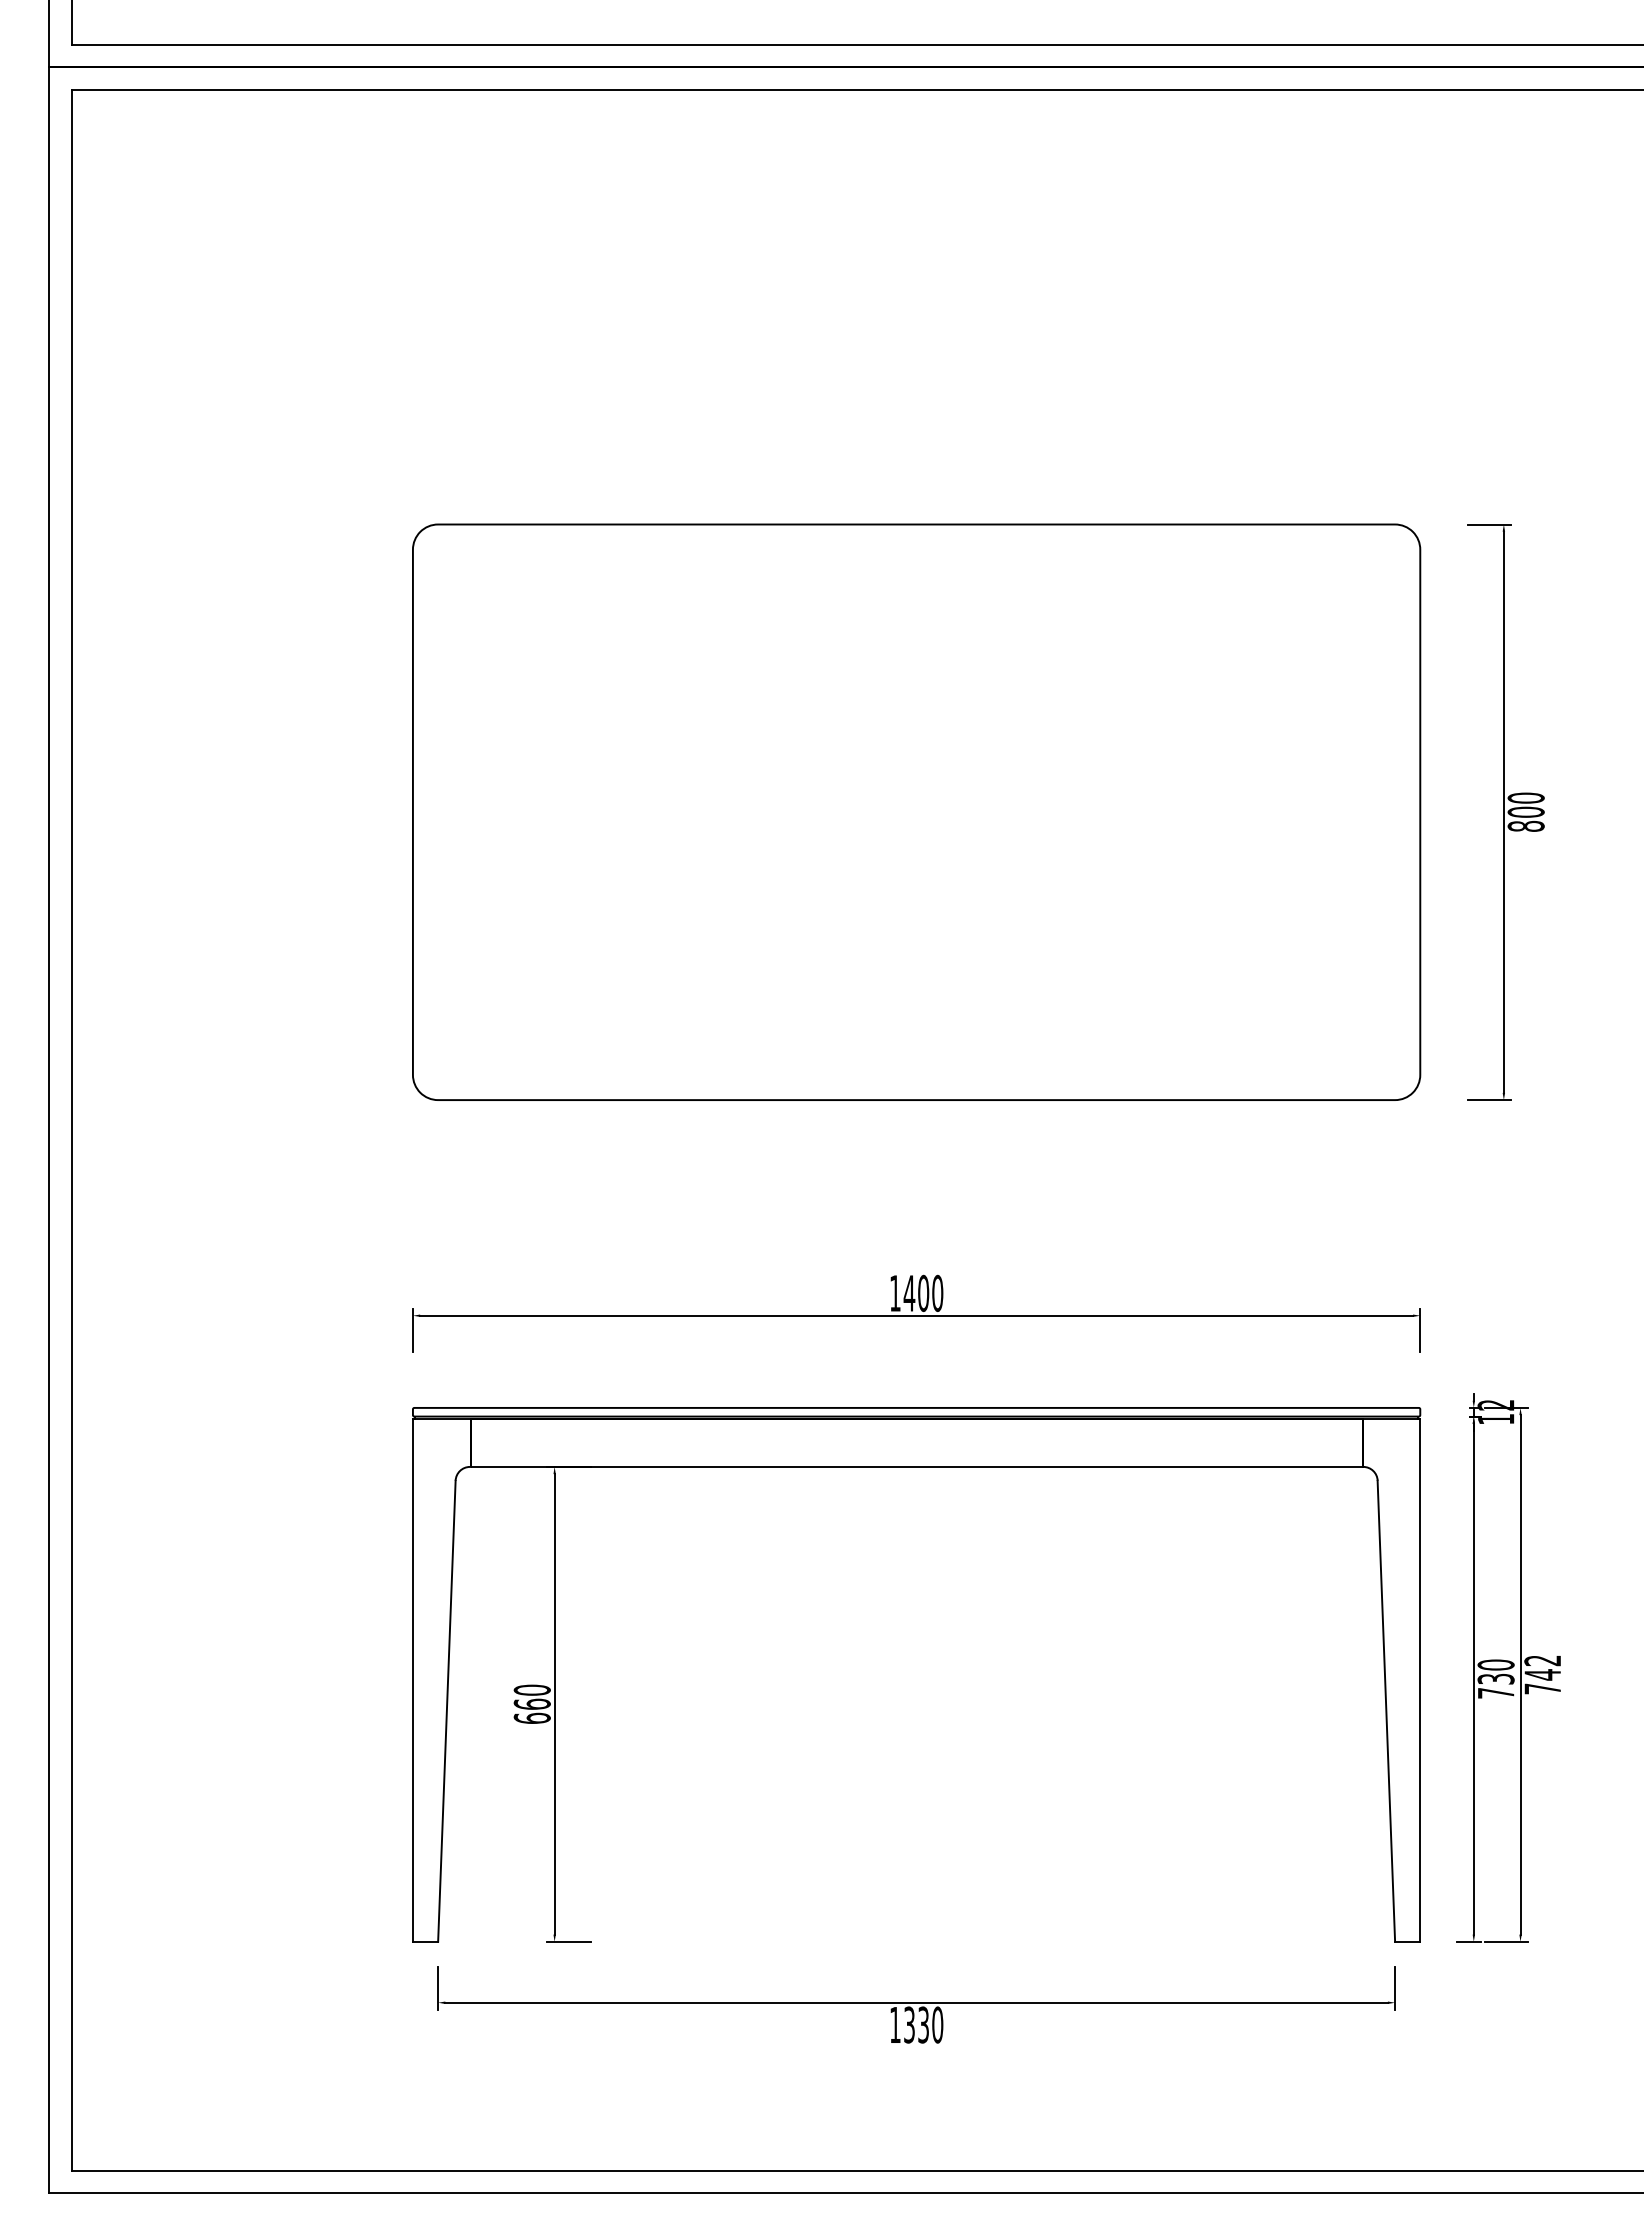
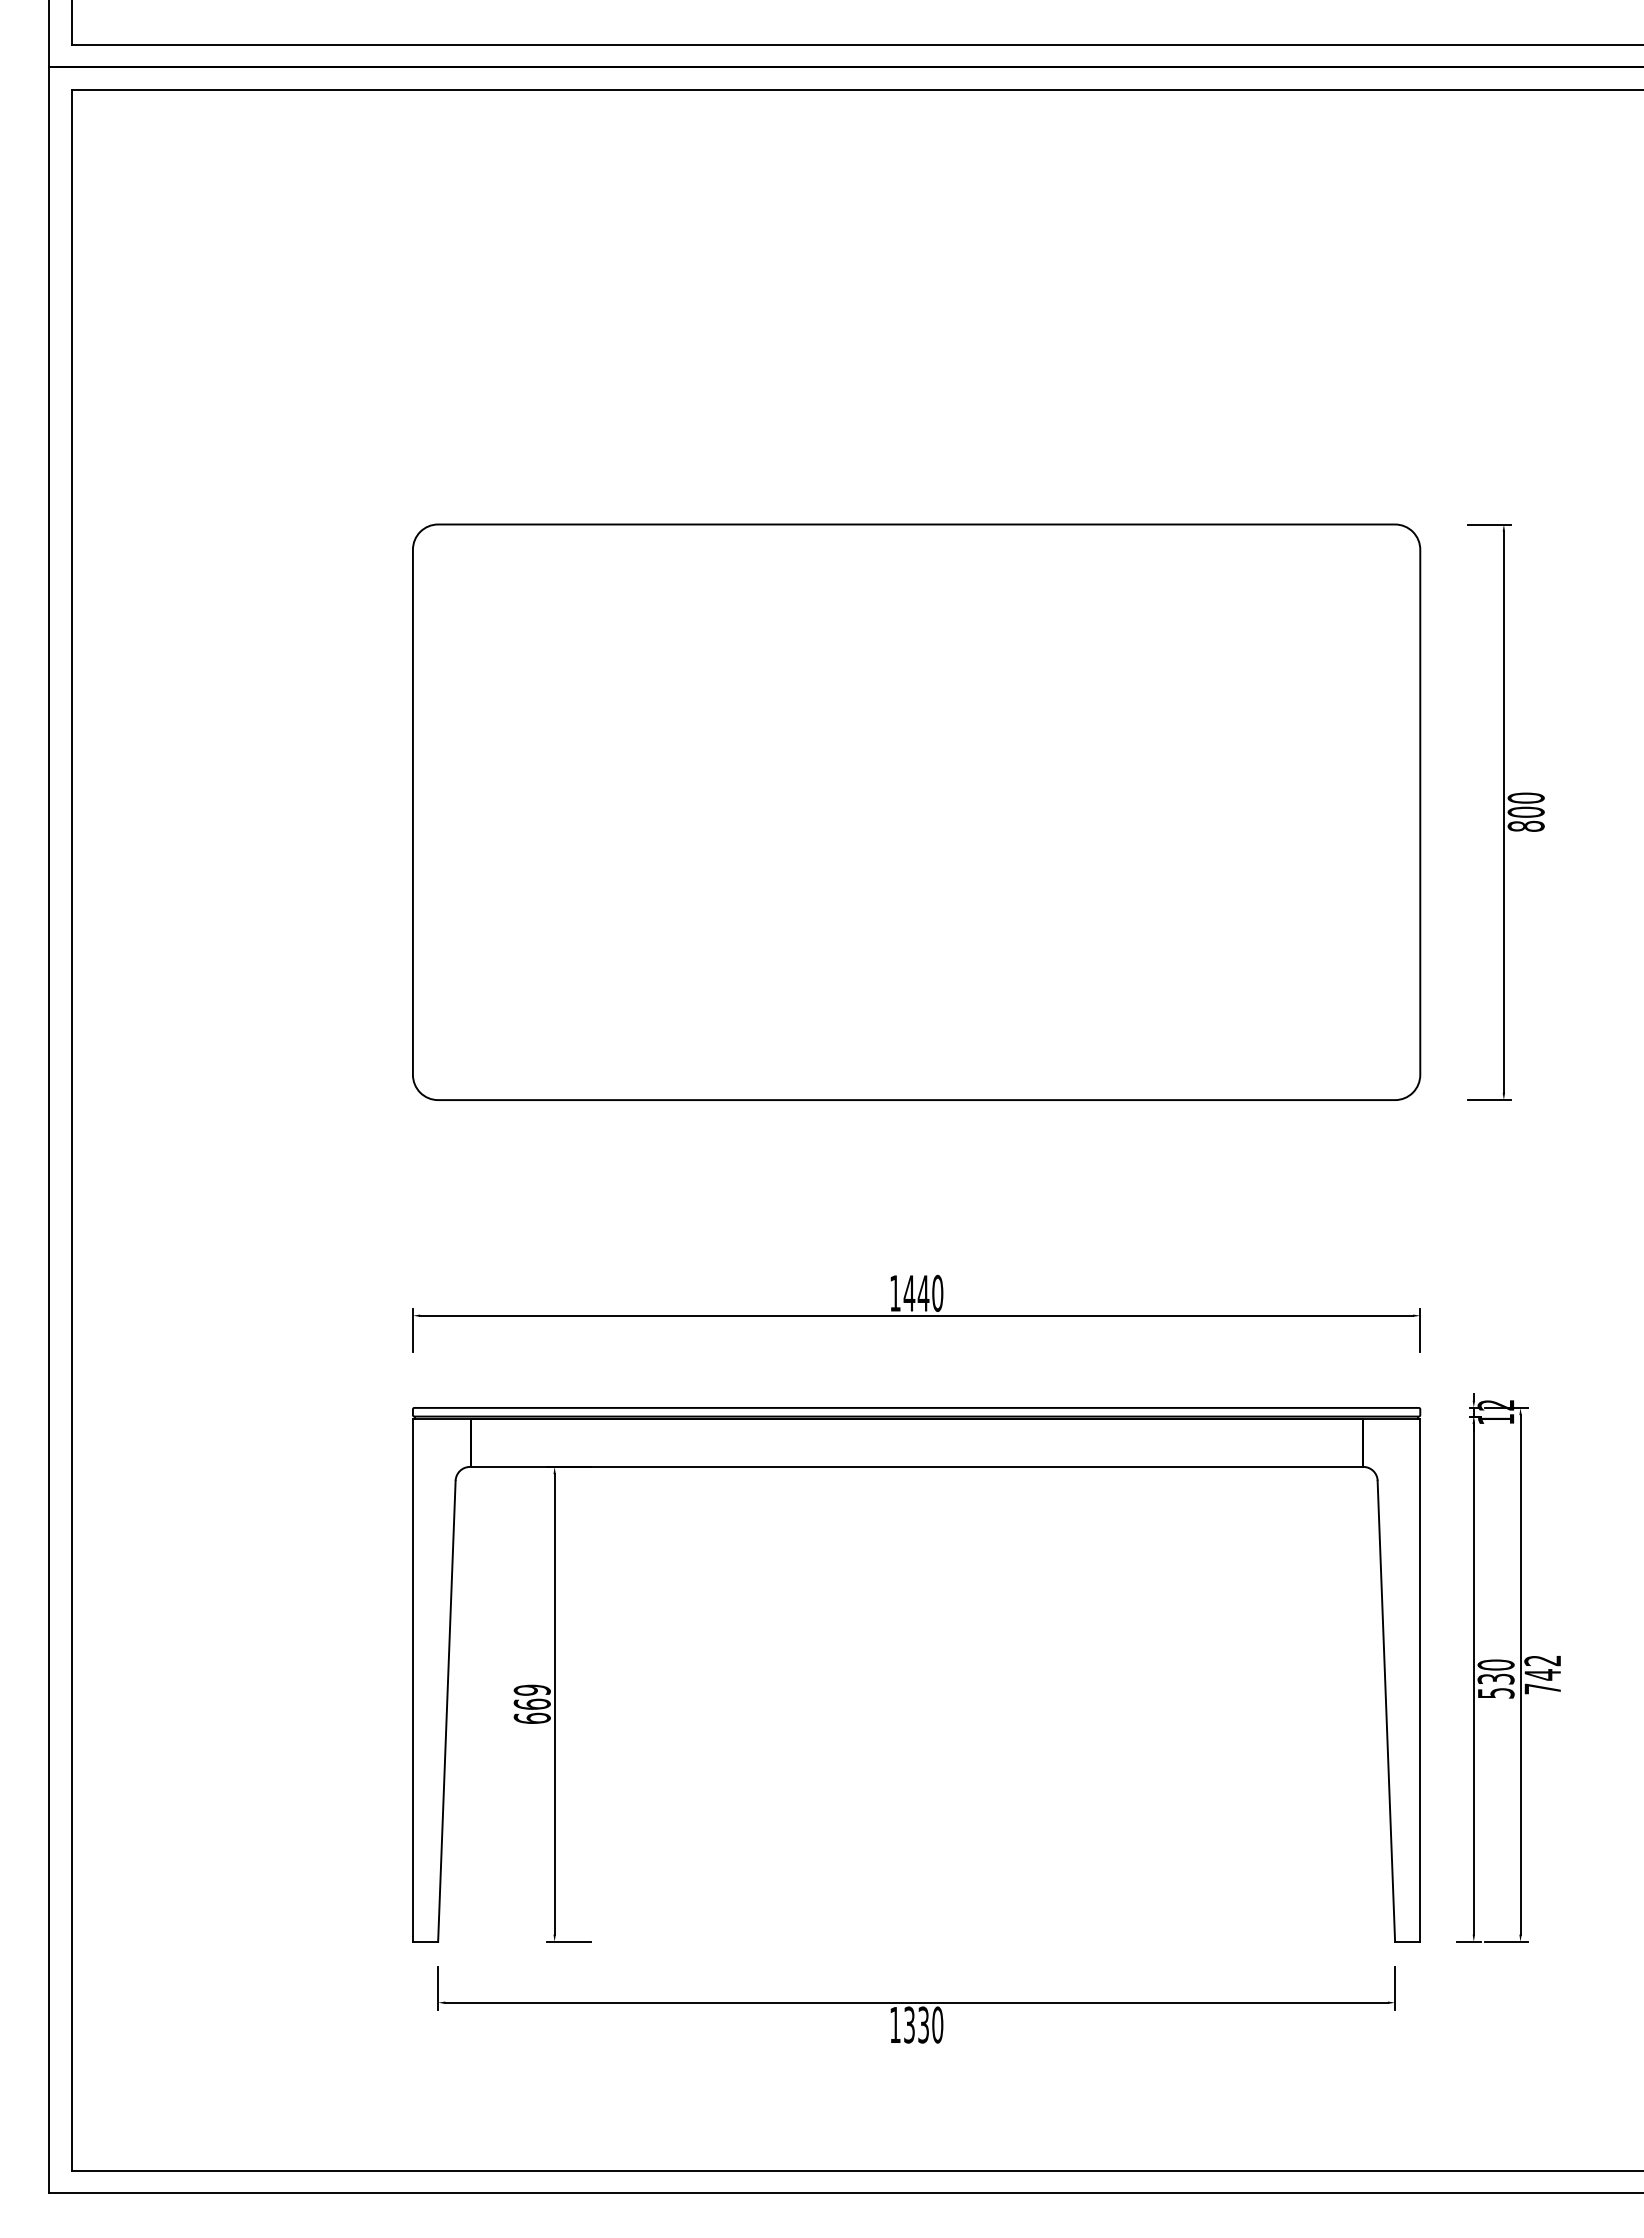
text at (923, 1293): 1400 -> 1440
text at (532, 1689): 660 -> 669
text at (1496, 1693): 730 -> 530
